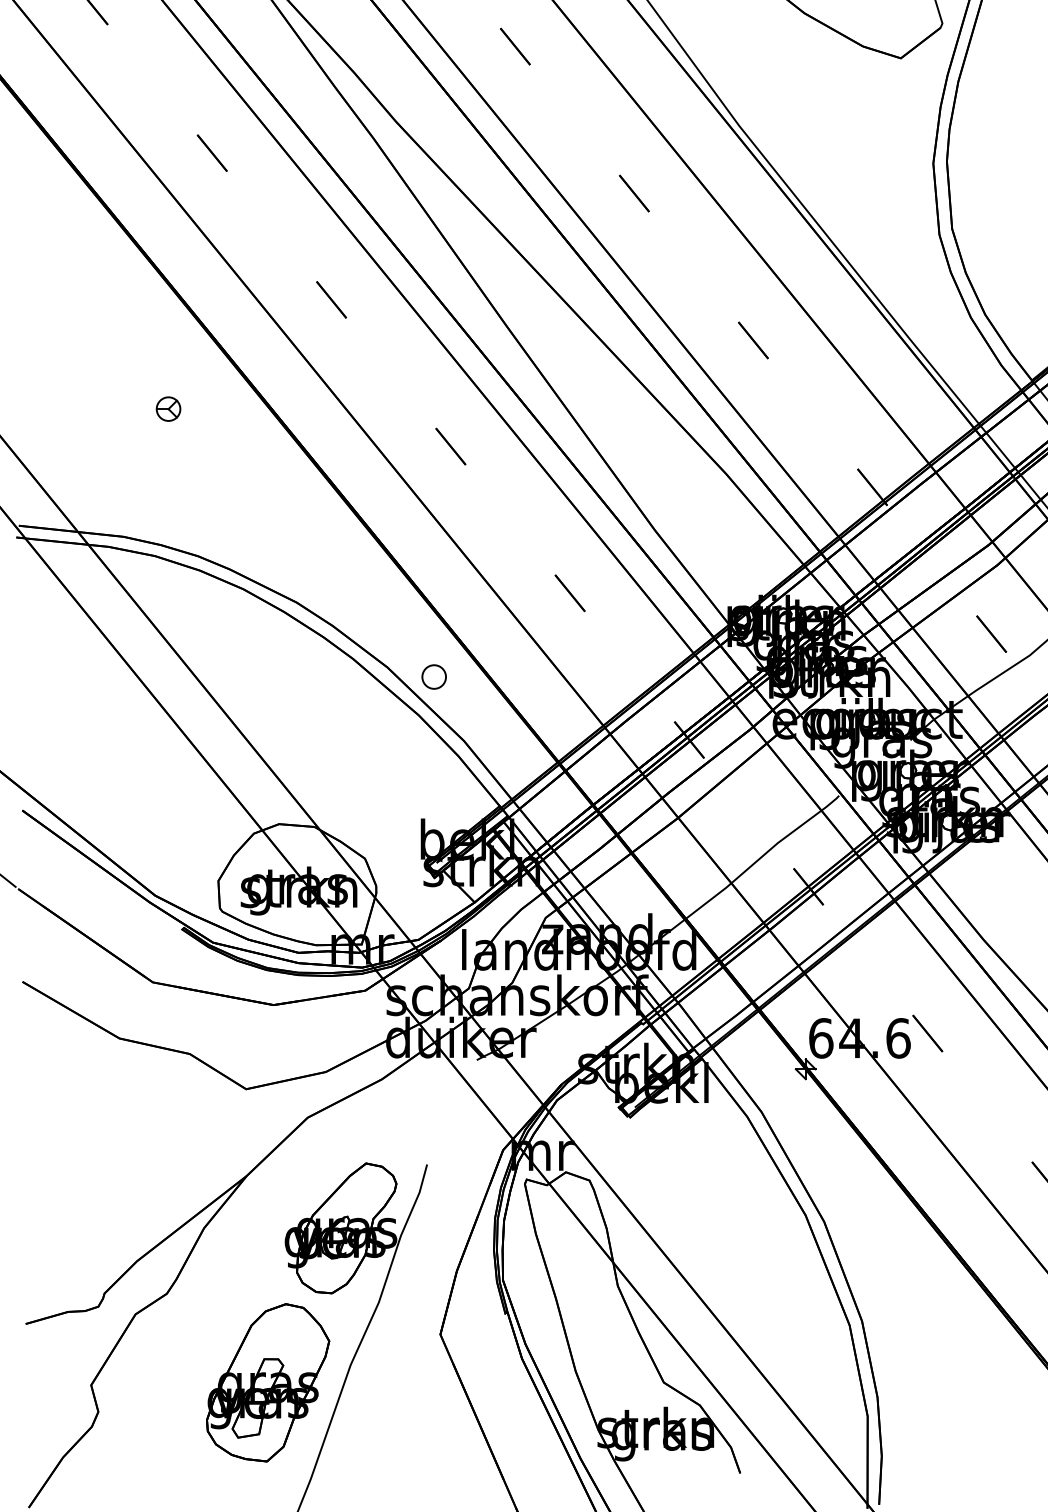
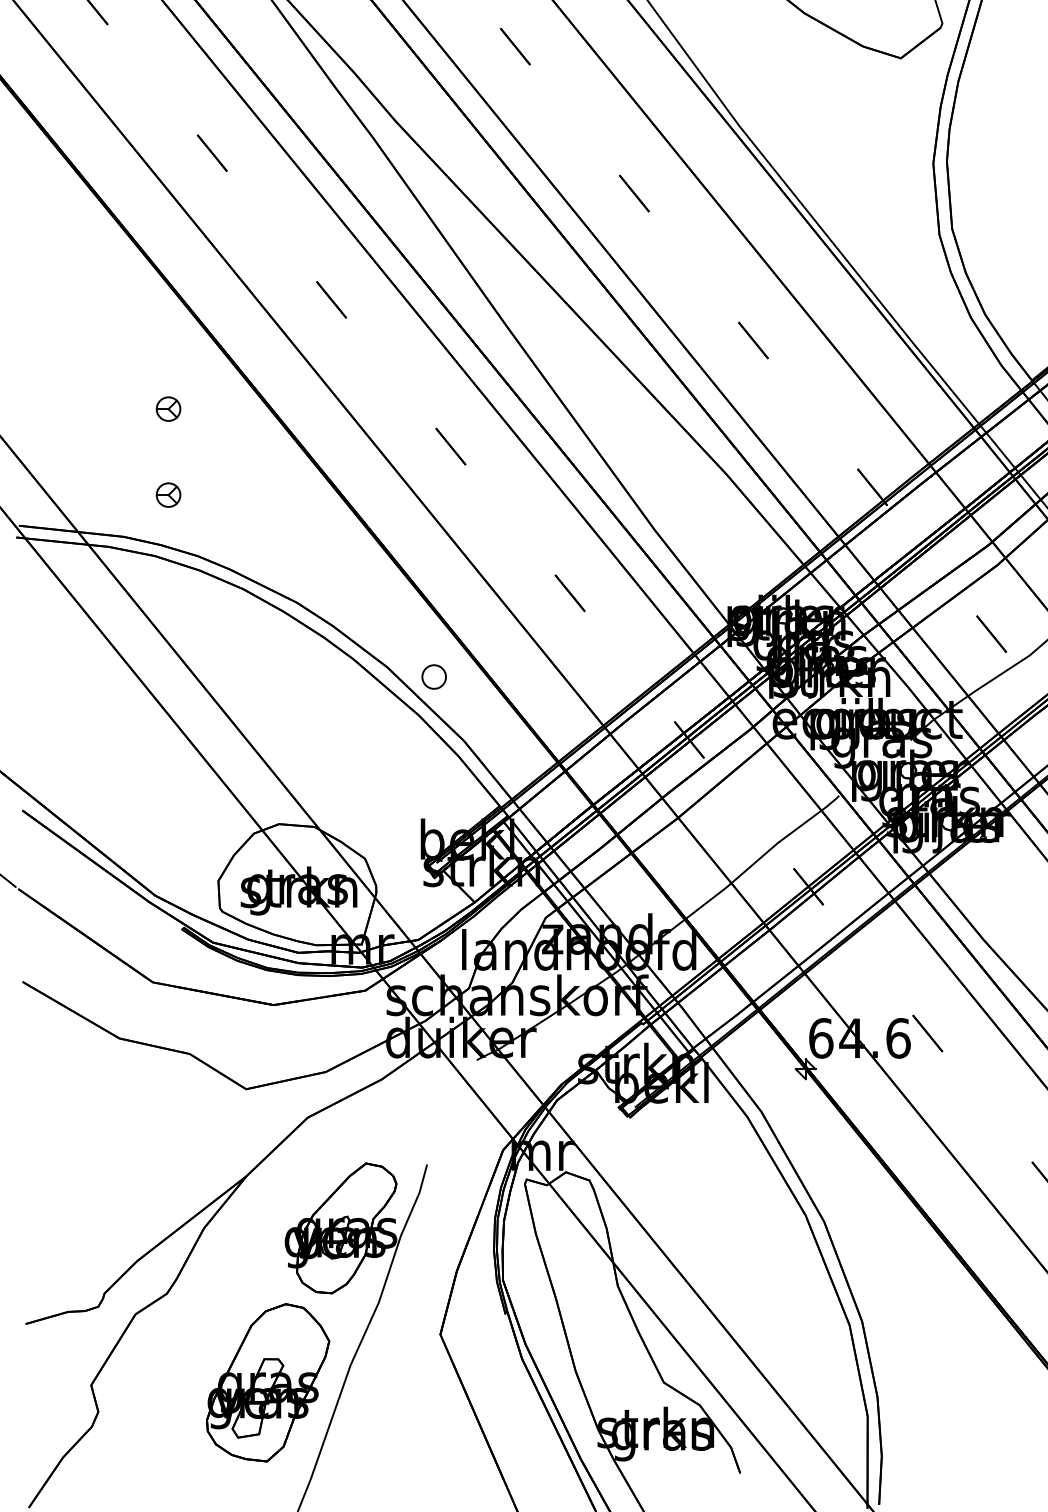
part at (168, 494): none -> present
